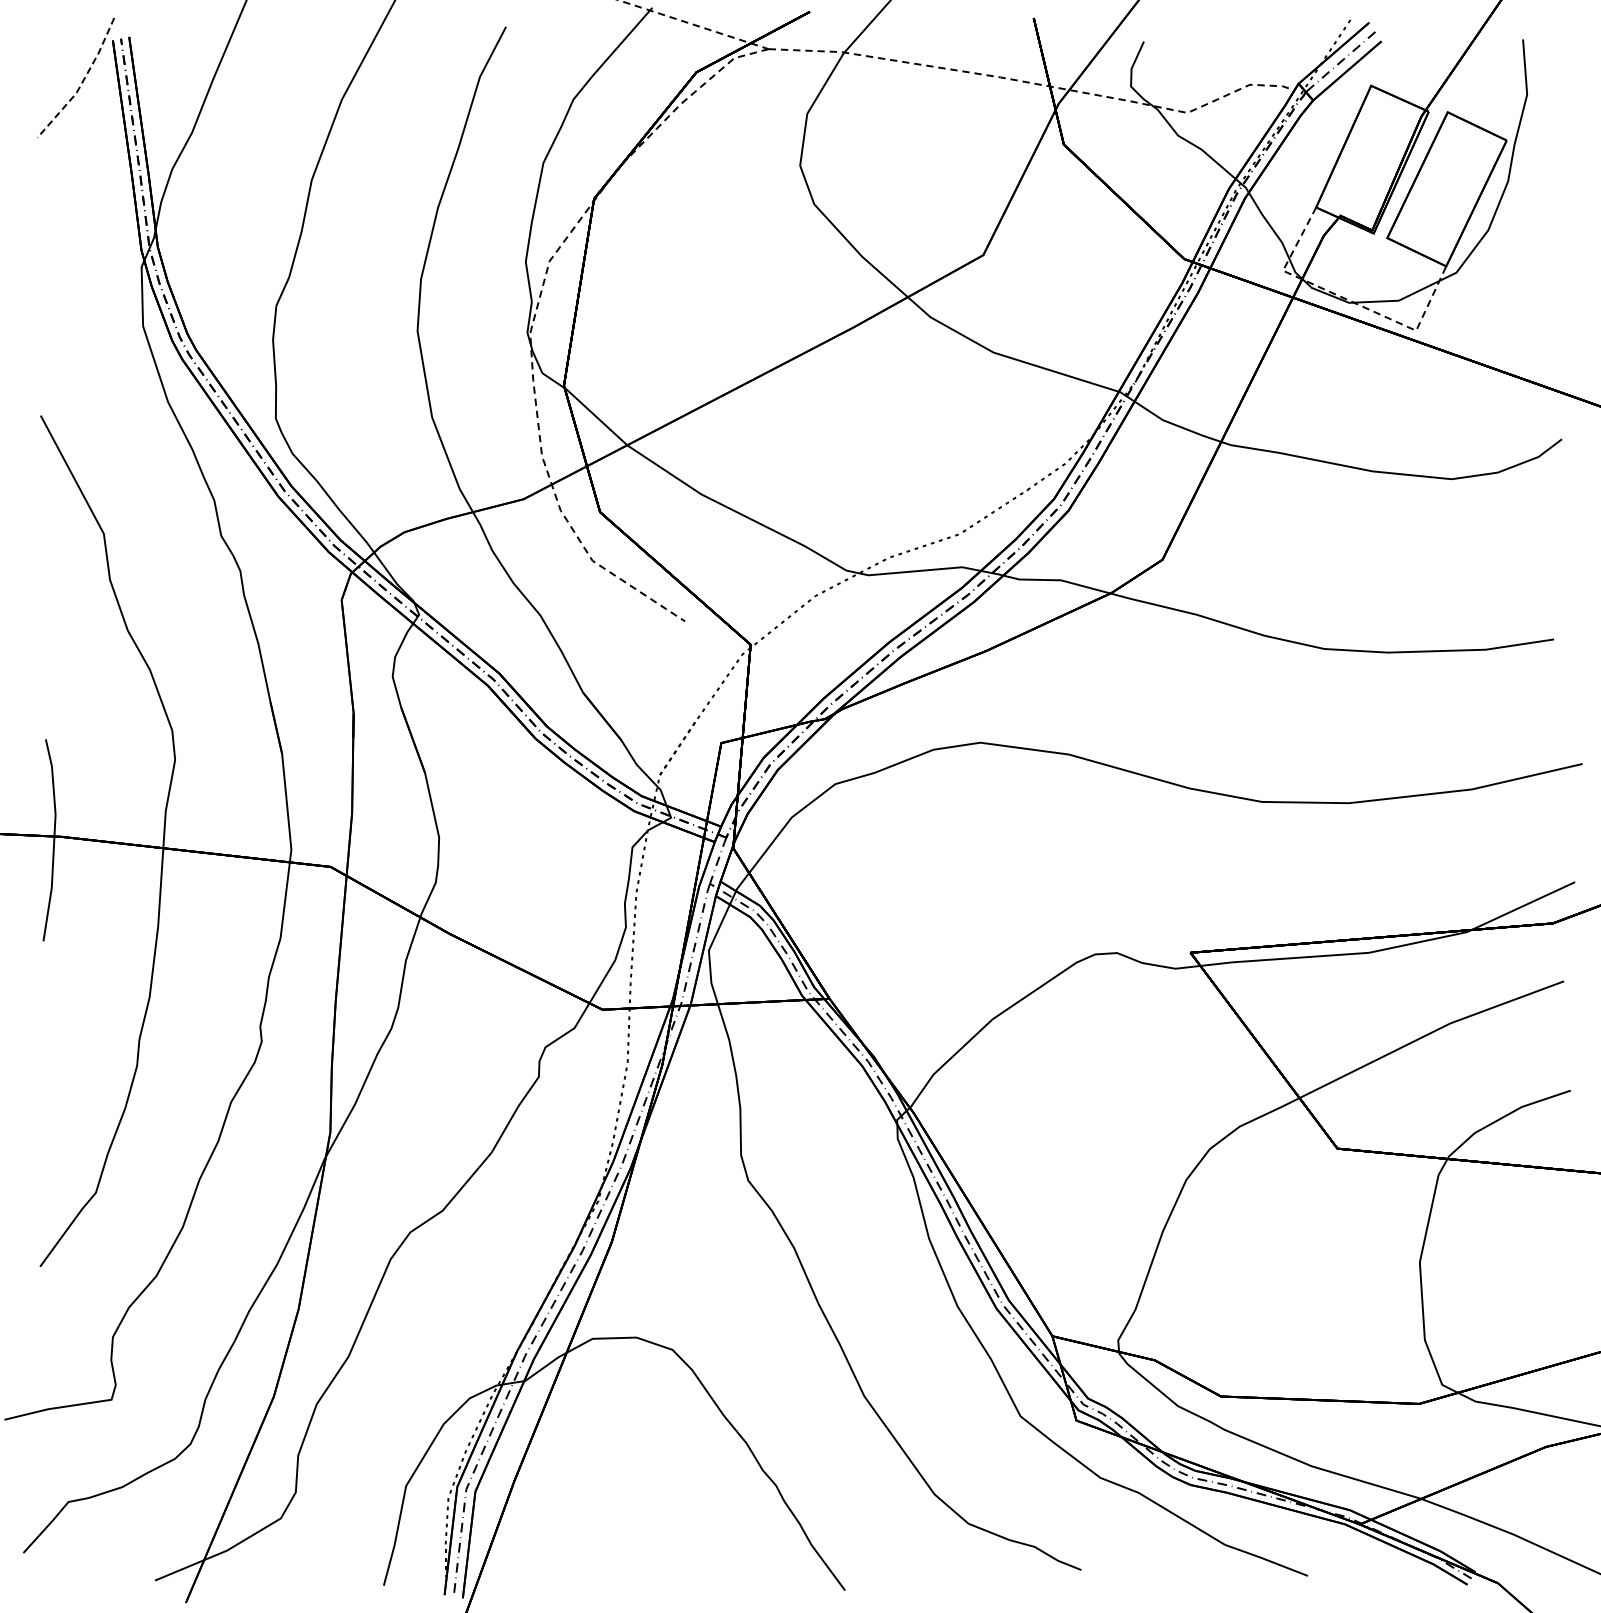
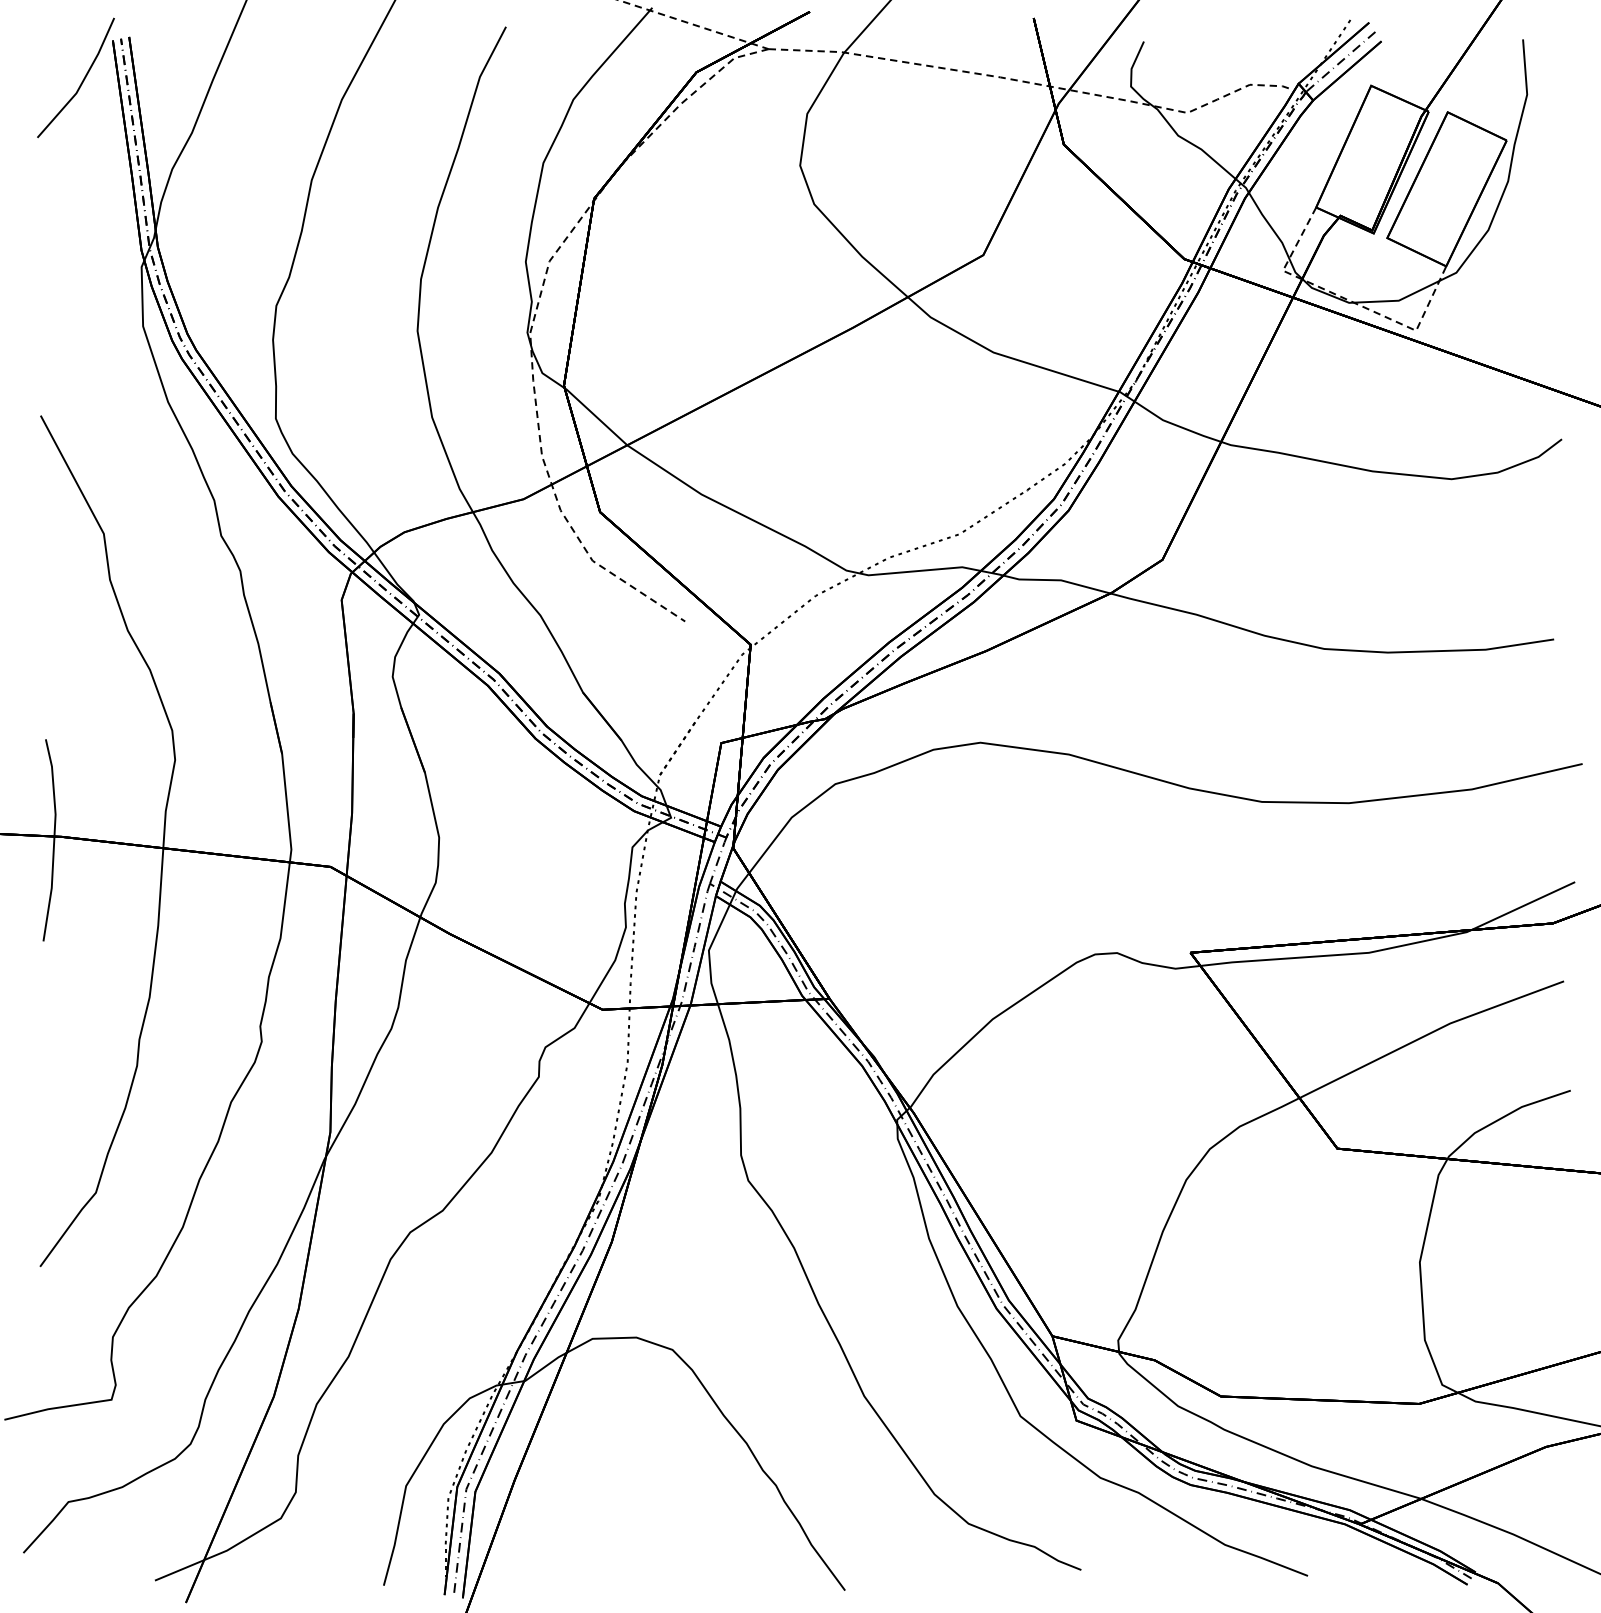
line at (82, 82): dashed -> solid
